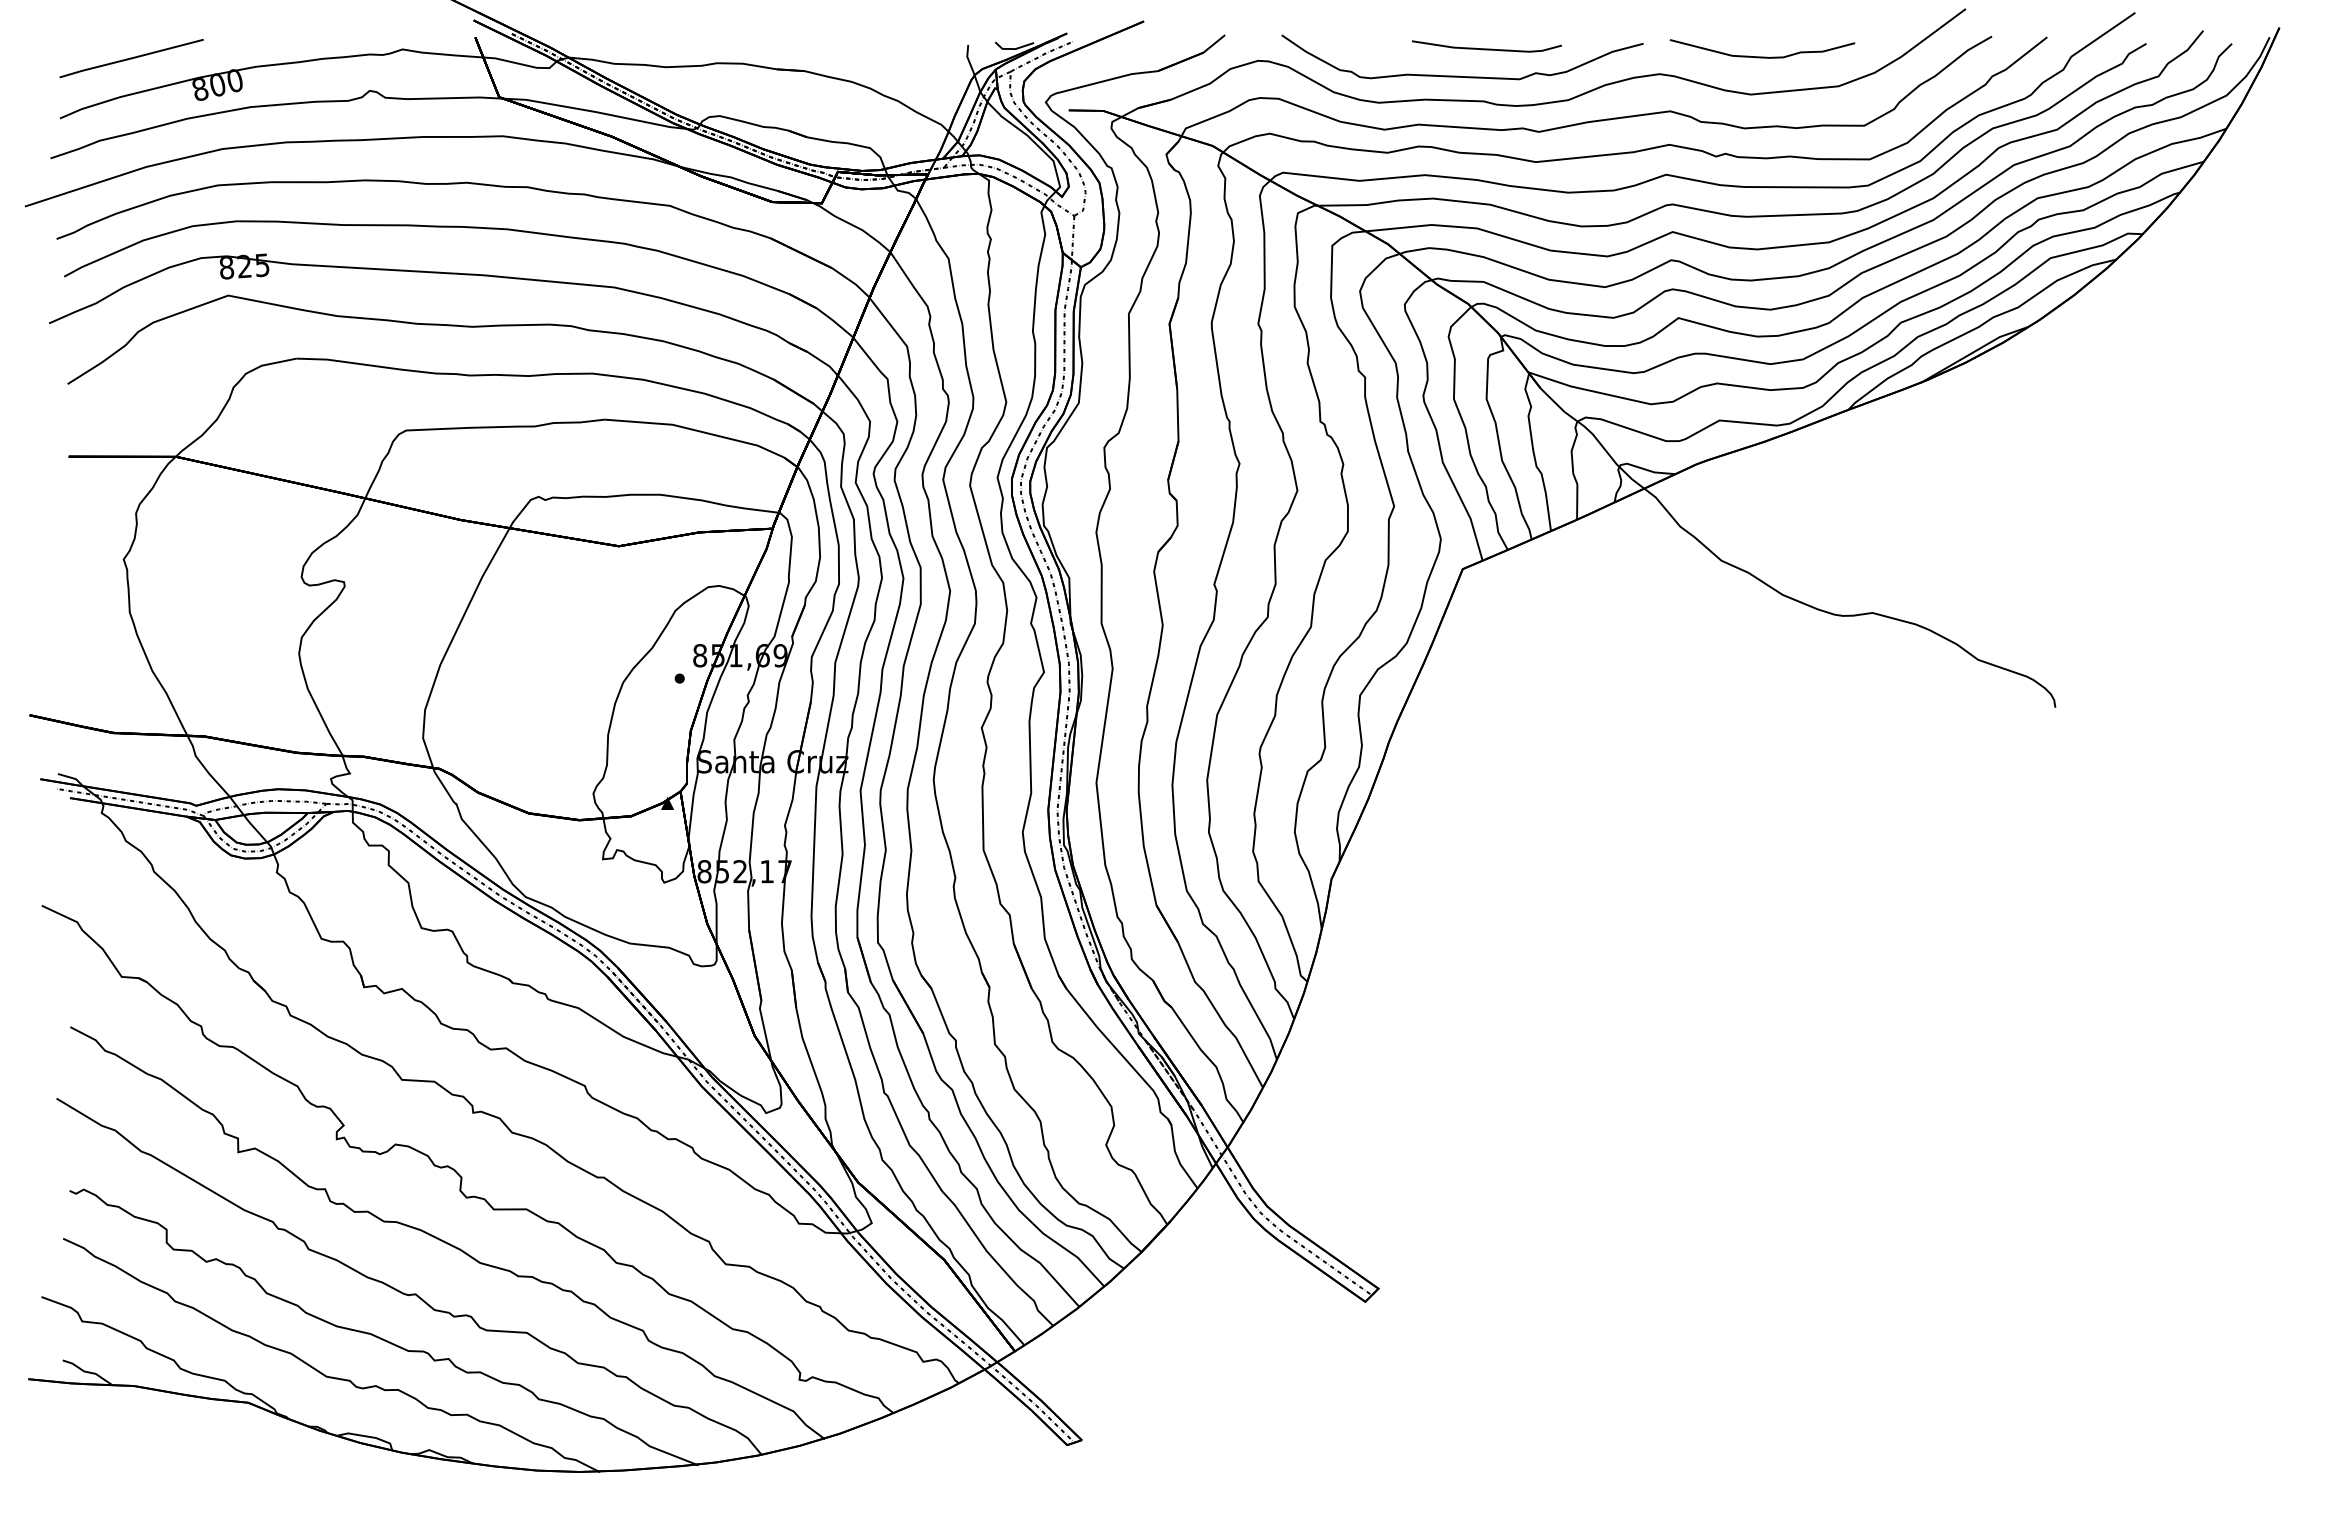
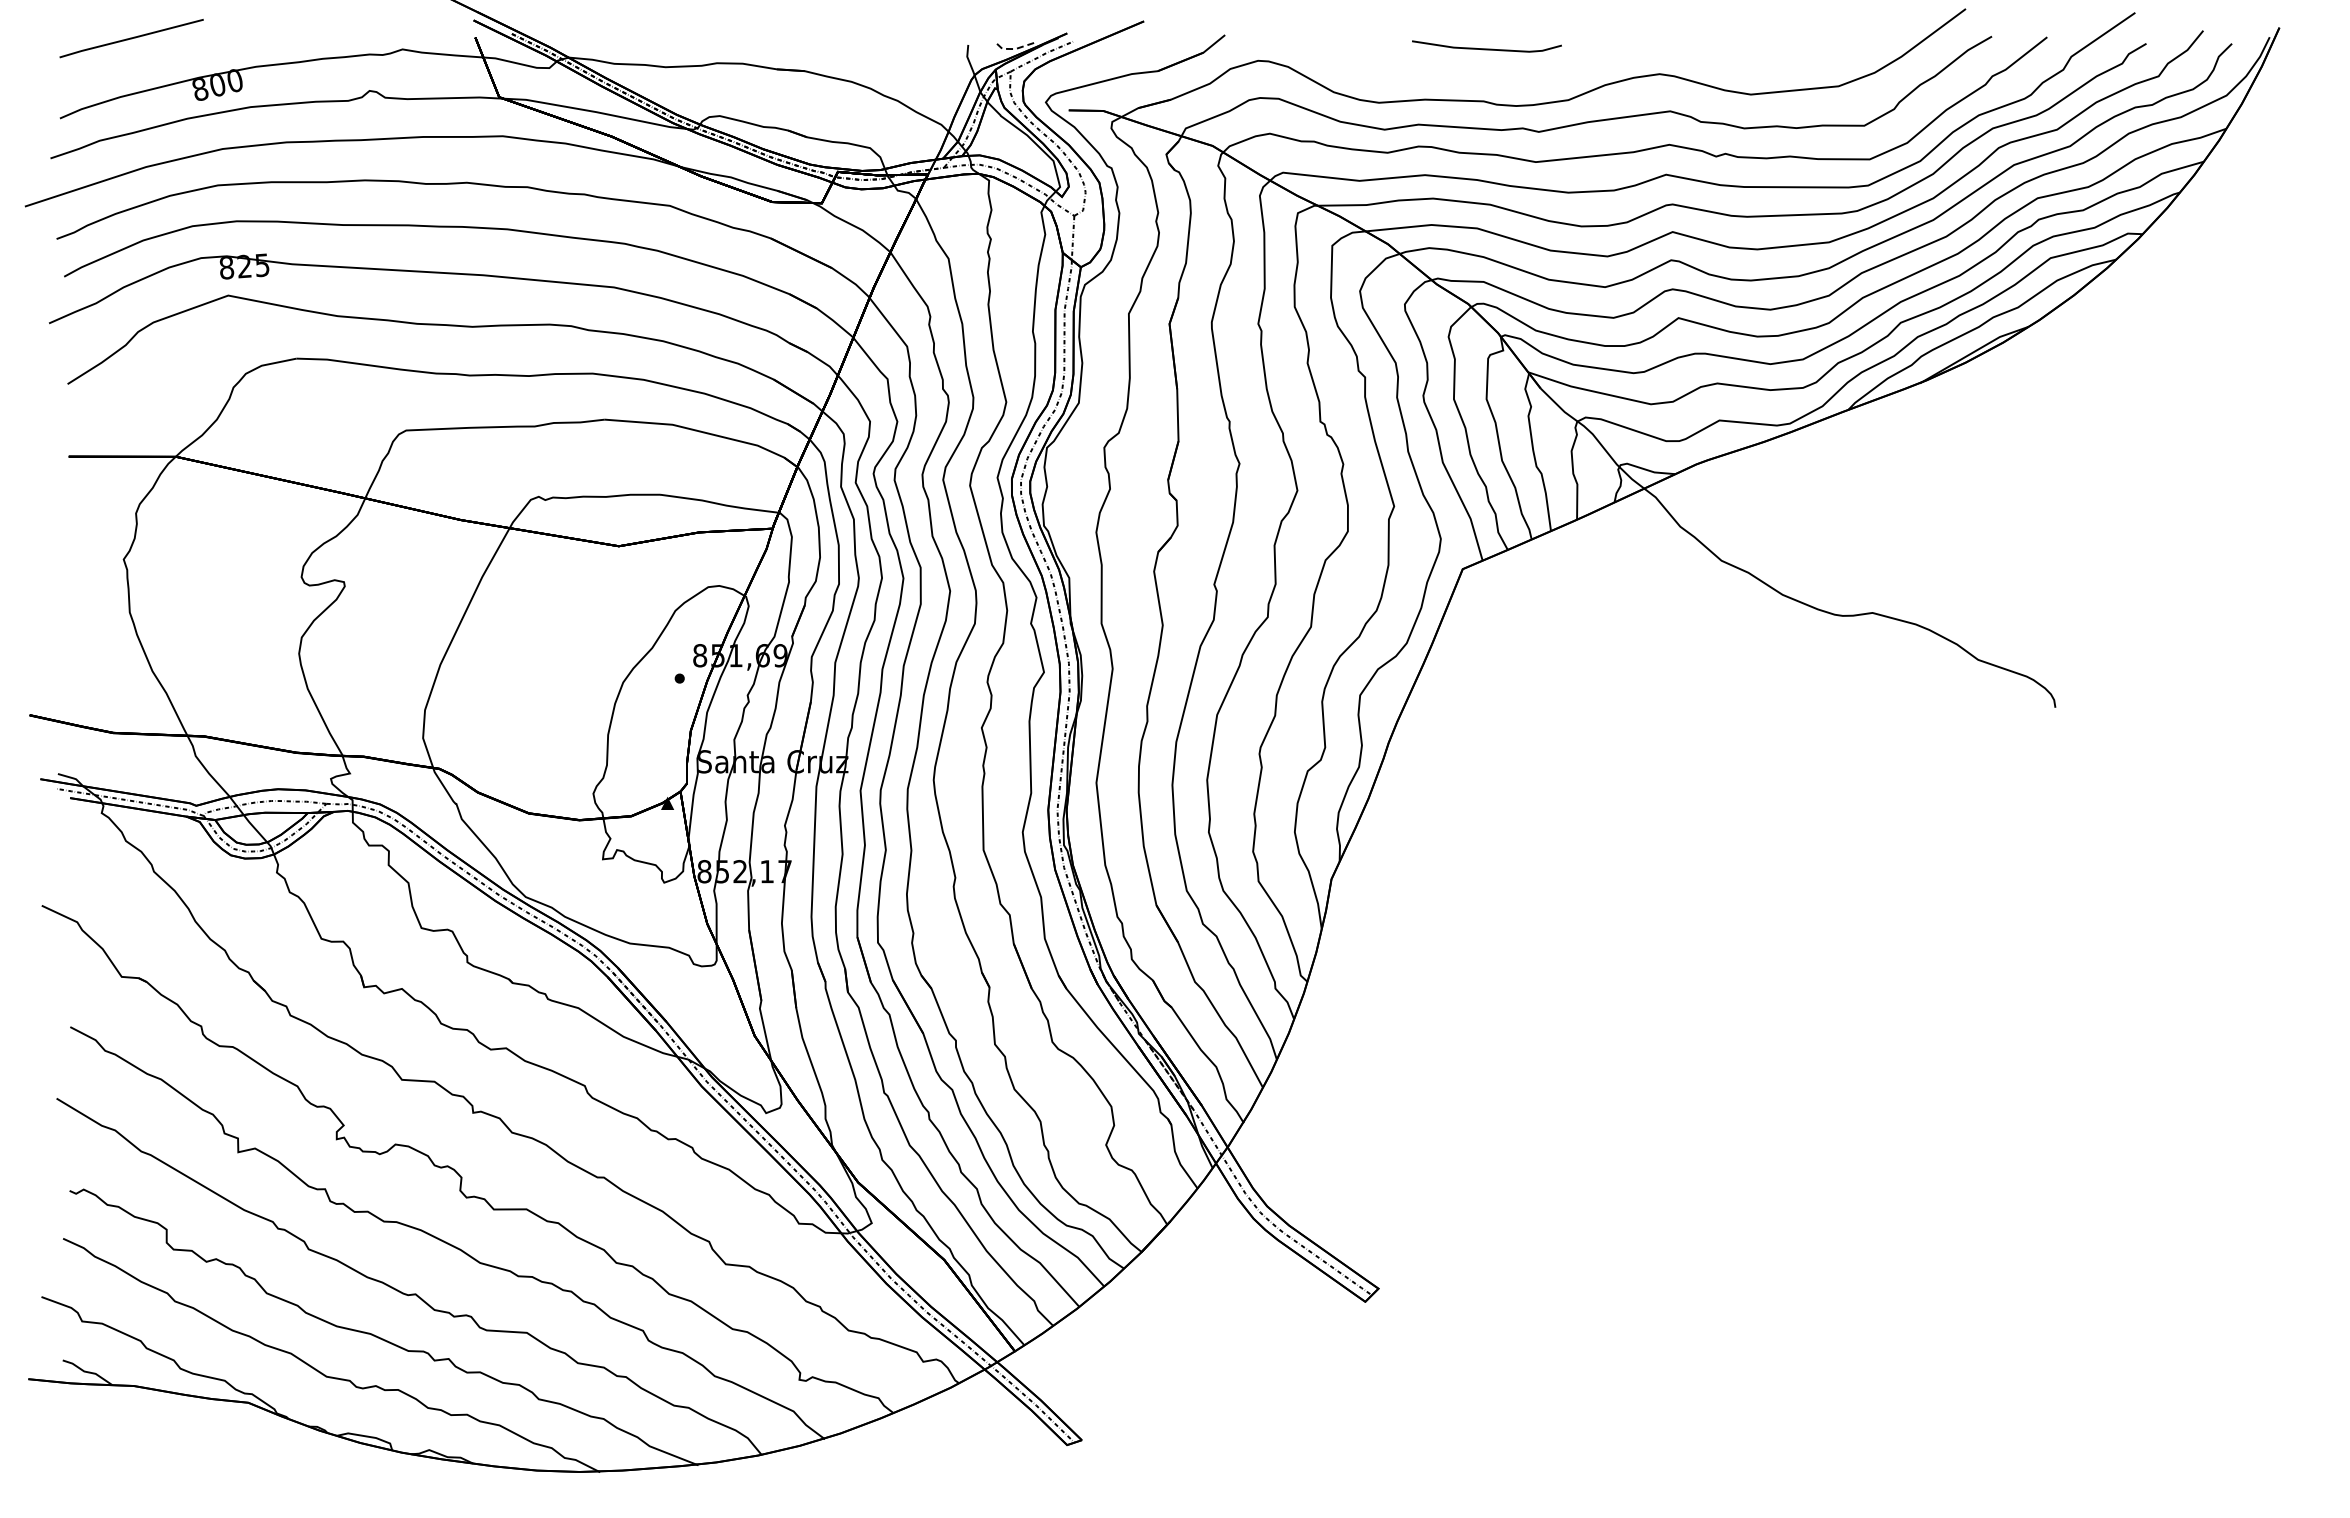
line at (1013, 49): solid -> dashed
curve at (1762, 56): present -> none
line at (131, 58) position: (131, 58) -> (131, 38)
curve at (1459, 75): present -> none
